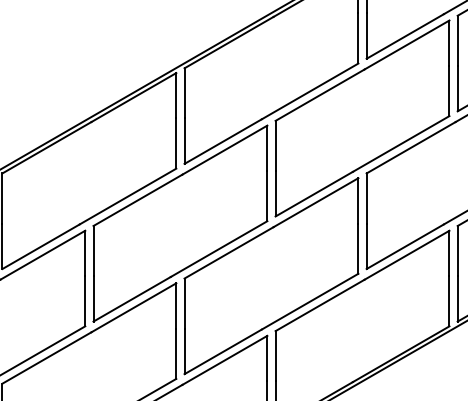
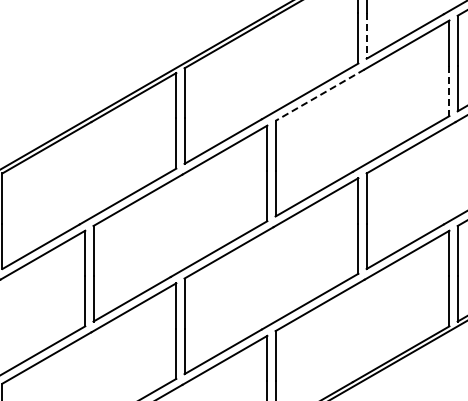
line at (366, 36): solid -> dashed
line at (449, 90): solid -> dashed
line at (319, 95): solid -> dashed
